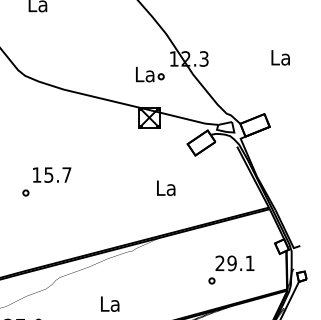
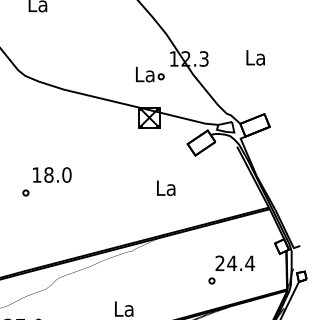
text at (280, 57) position: (280, 57) -> (255, 57)
text at (57, 174): 15.7 -> 18.0
text at (241, 263): 29.1 -> 24.4
text at (110, 303) position: (110, 303) -> (124, 308)
